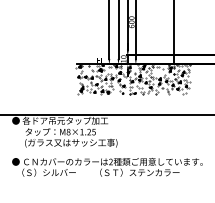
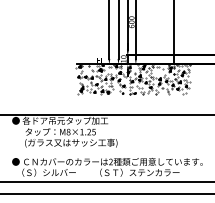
line at (106, 181): none -> present
line at (106, 193): none -> present
